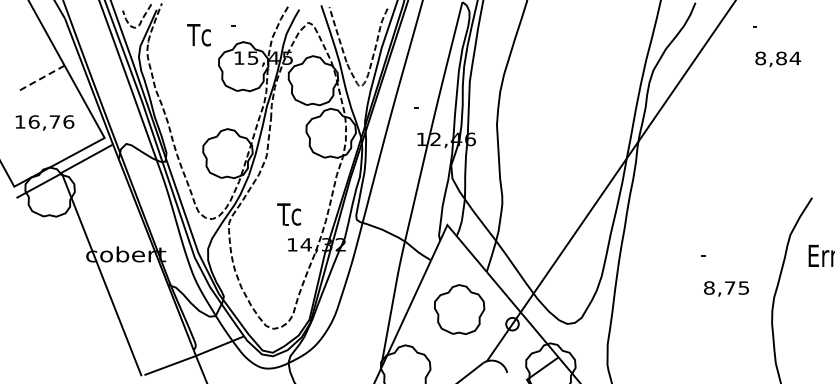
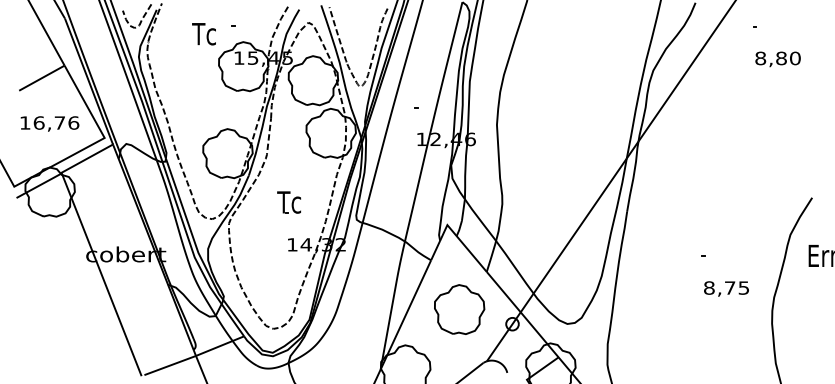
text at (198, 35) position: (198, 35) -> (203, 34)
text at (795, 58): 8,84 -> 8,80
line at (41, 78): dashed -> solid
text at (44, 122) position: (44, 122) -> (49, 123)
part at (288, 214) position: (288, 214) -> (288, 202)
